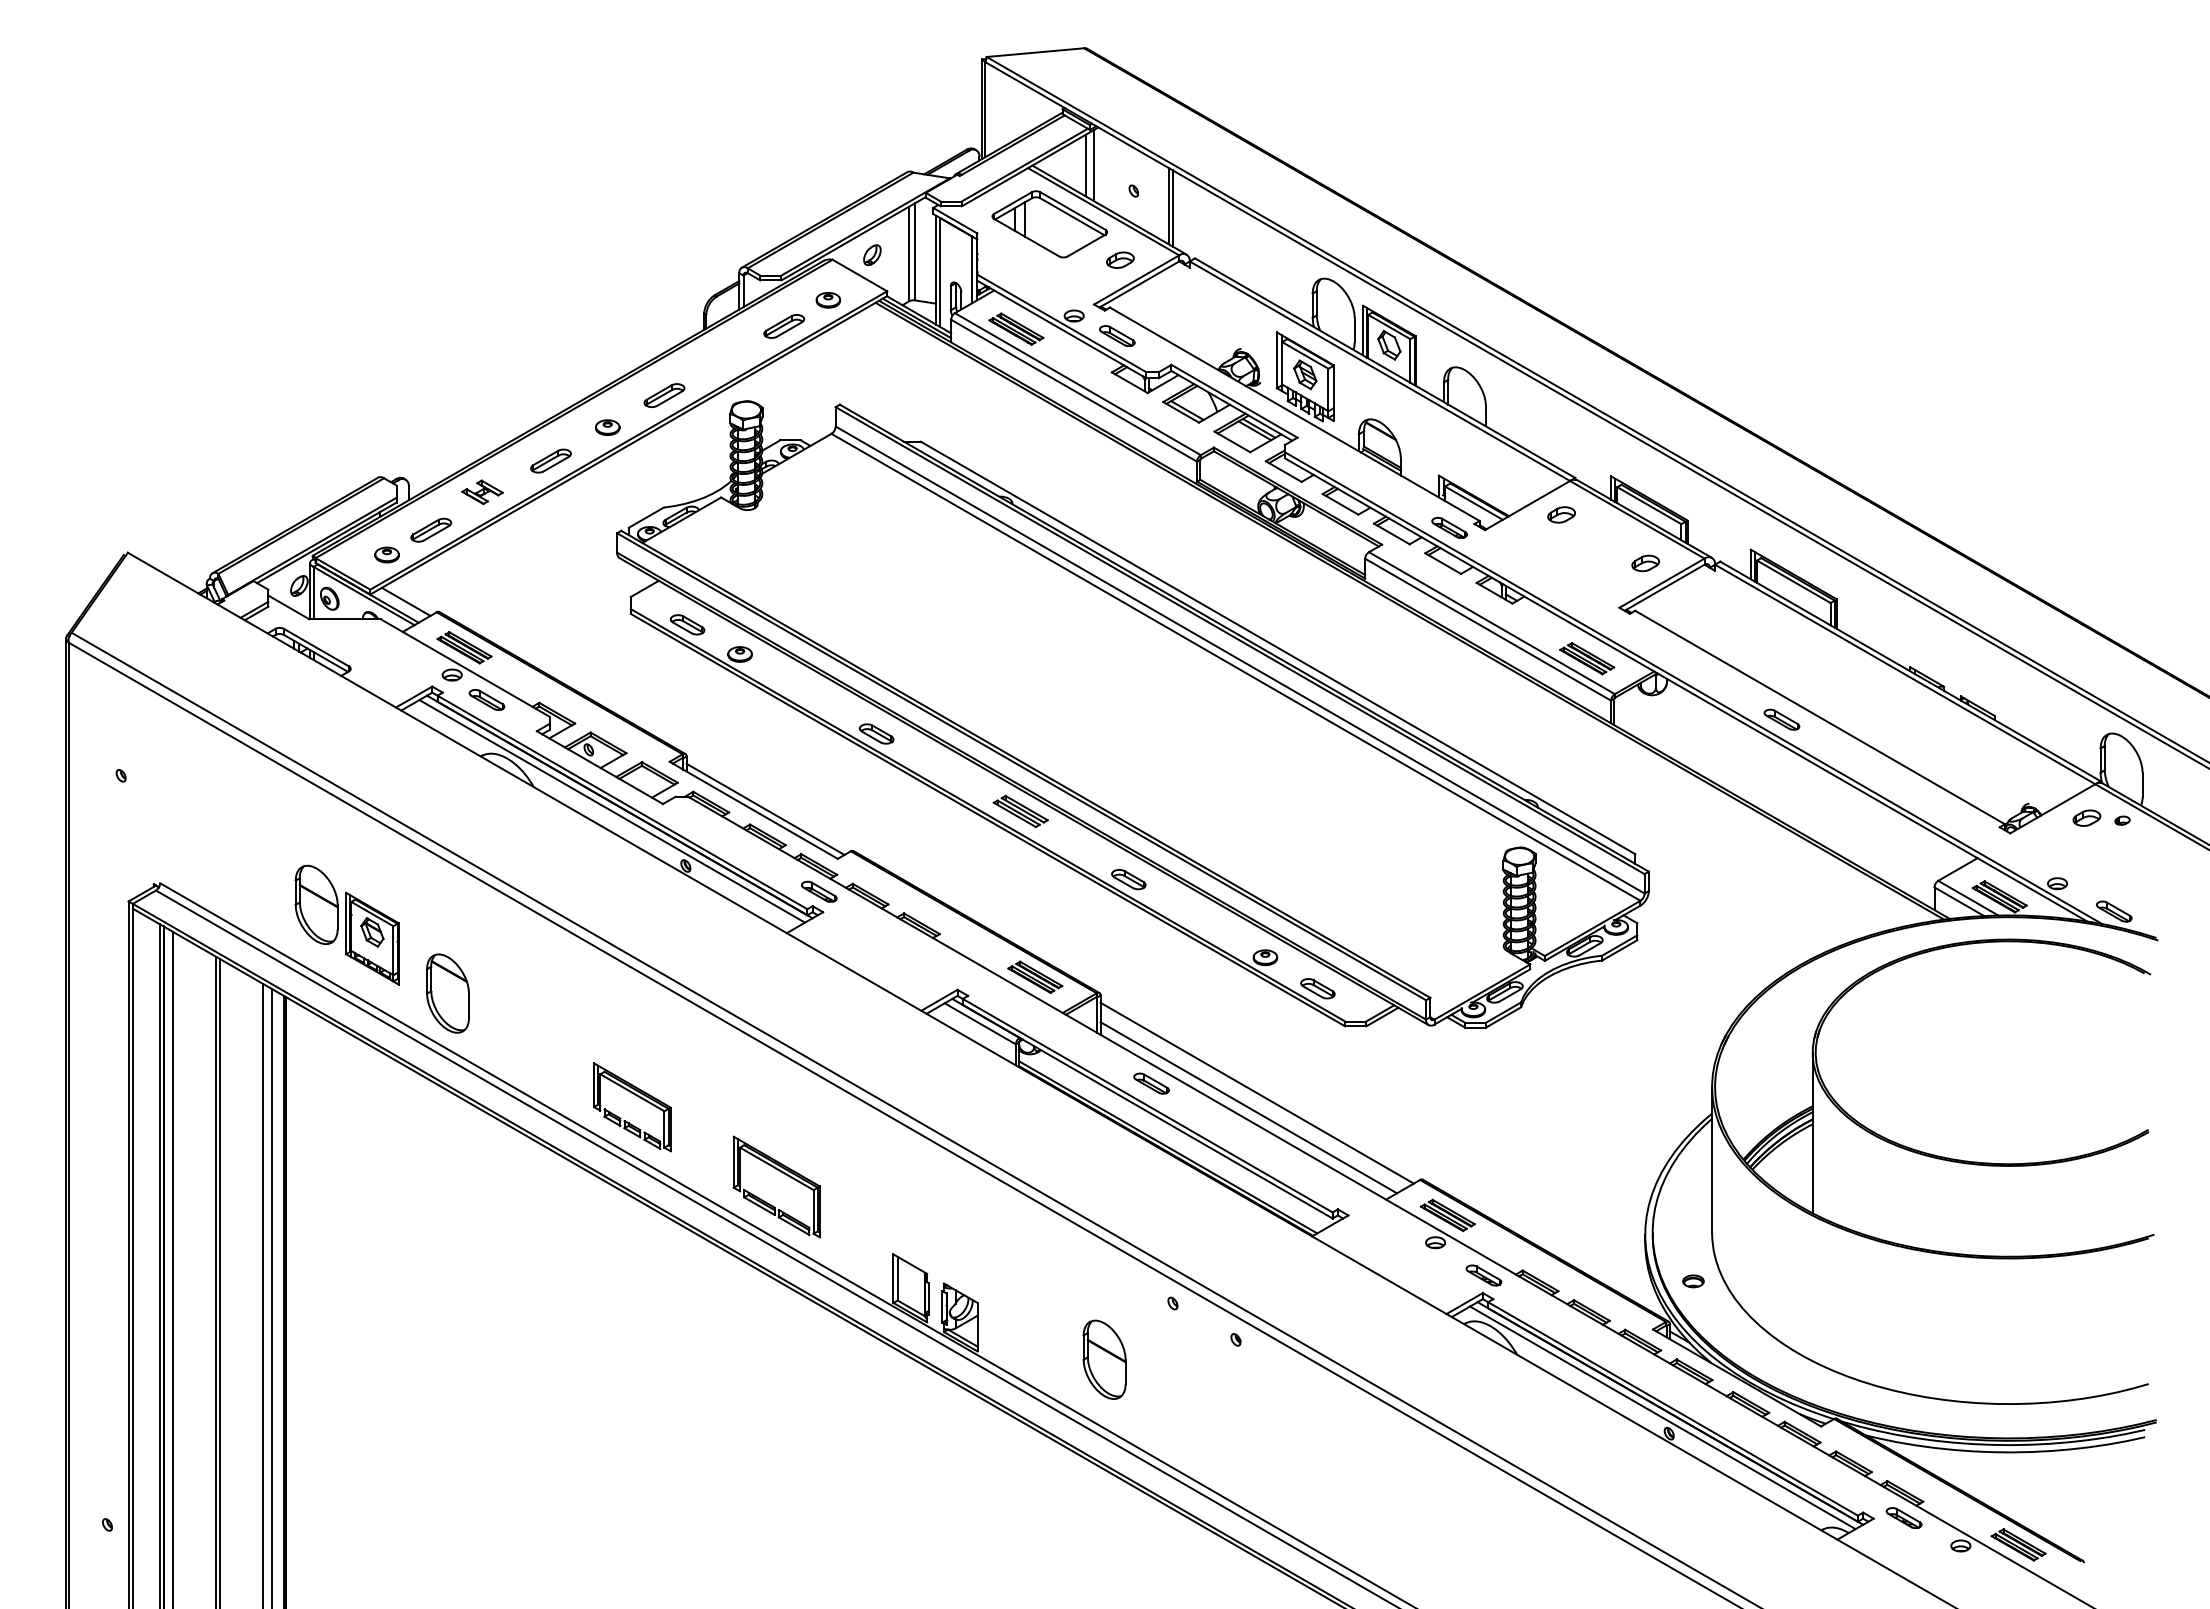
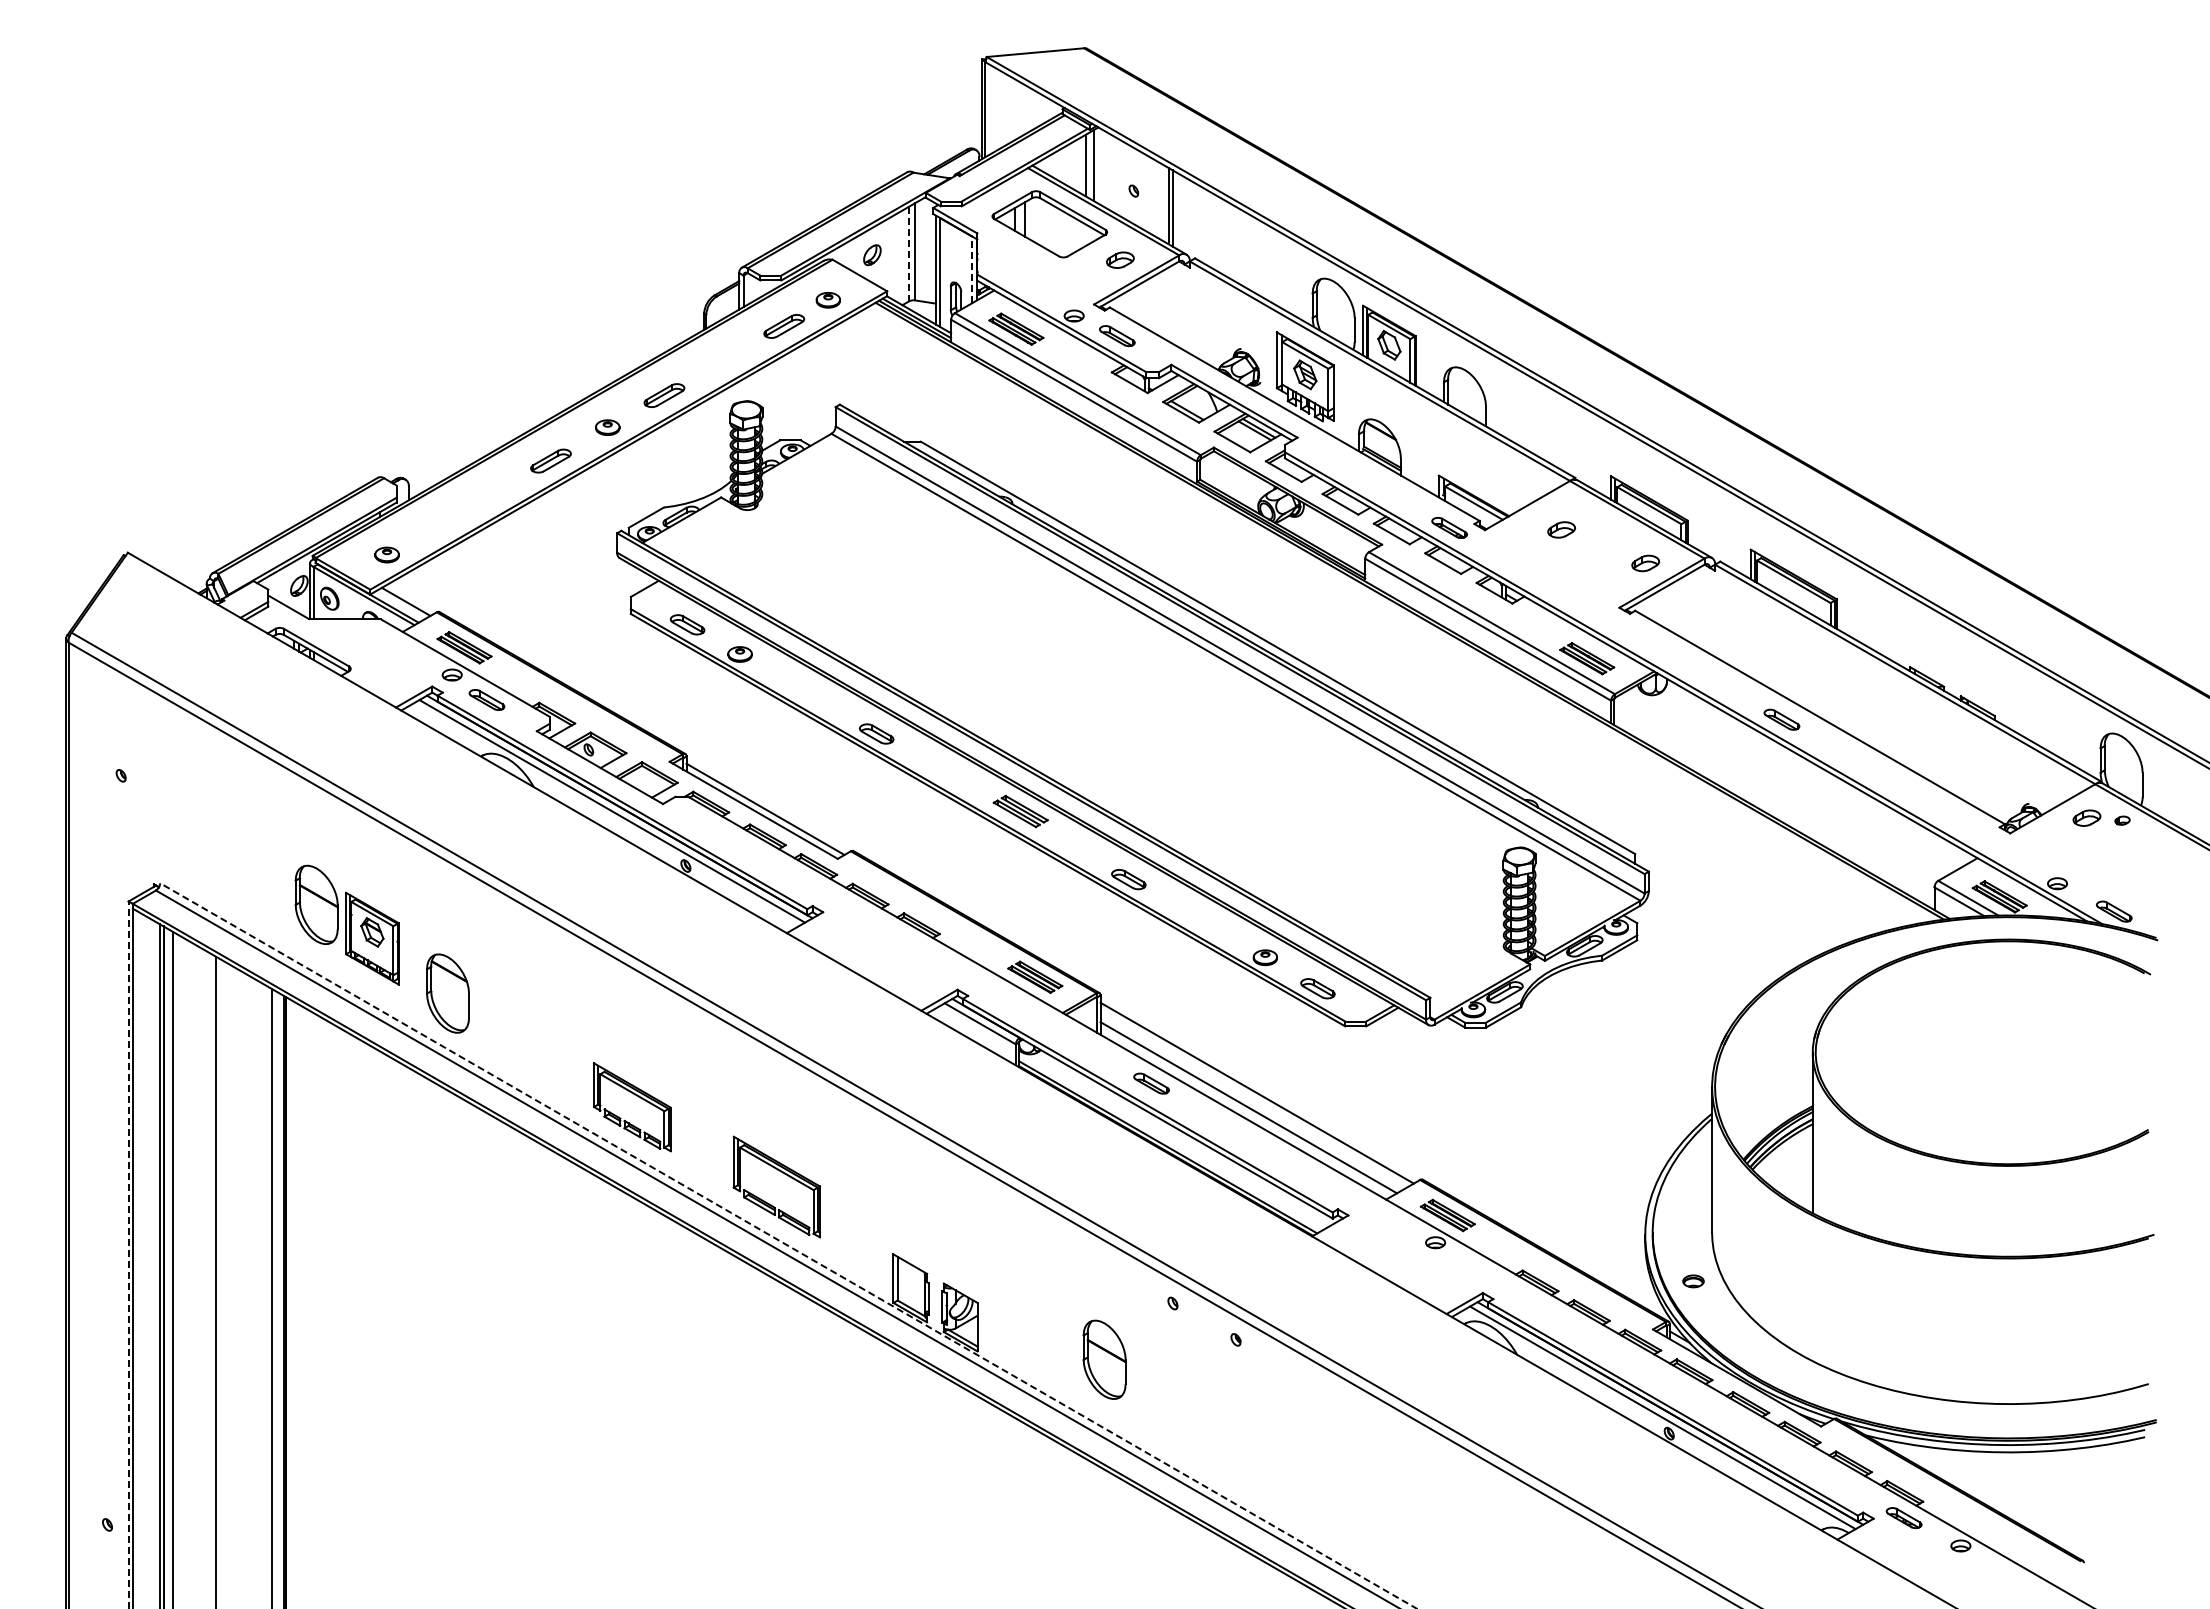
line at (909, 254): solid -> dashed
line at (971, 269): solid -> dashed
part at (482, 492): present -> none
part at (1561, 514) position: (1561, 514) -> (1561, 529)
part at (431, 529): present -> none
part at (819, 891): present -> none
line at (788, 1245): solid -> dashed
line at (128, 1254): solid -> dashed
part at (1483, 1275): present -> none
line at (219, 1281): present -> none
line at (262, 1294): present -> none
part at (2018, 1544): present -> none
